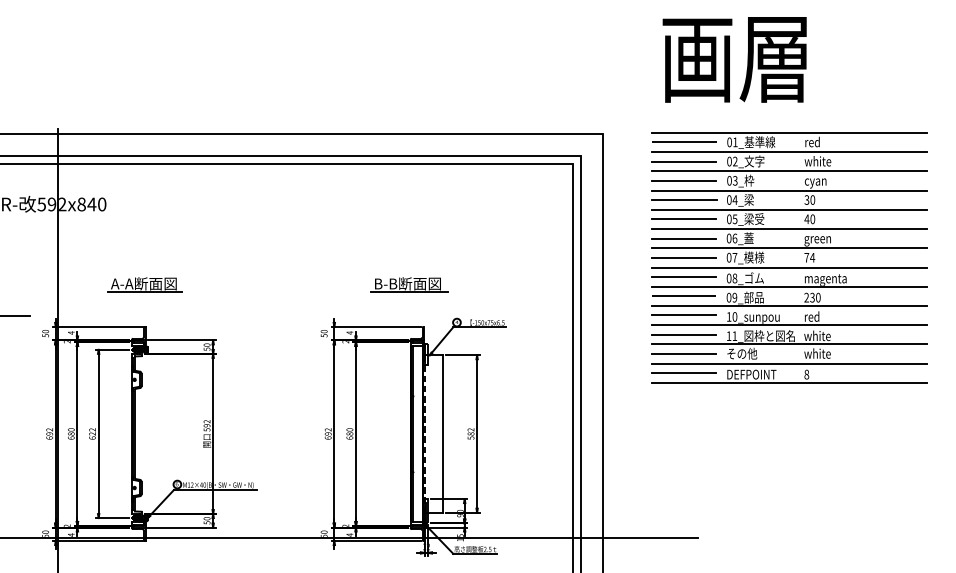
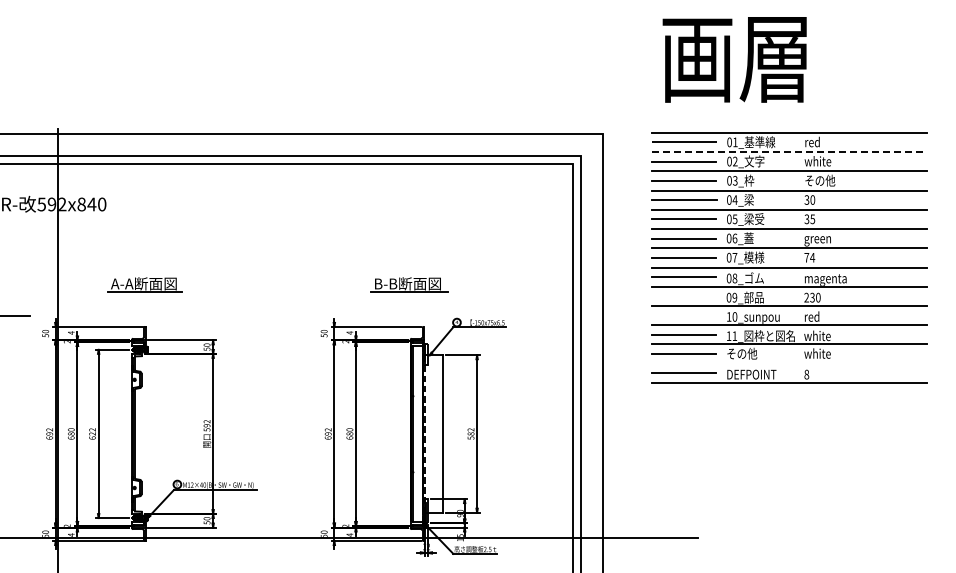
line at (789, 152): solid -> dashed
text at (819, 181): cyan -> その他
text at (809, 219): 40 -> 35
line at (683, 295): present -> none
line at (683, 315): present -> none
line at (788, 363): present -> none
